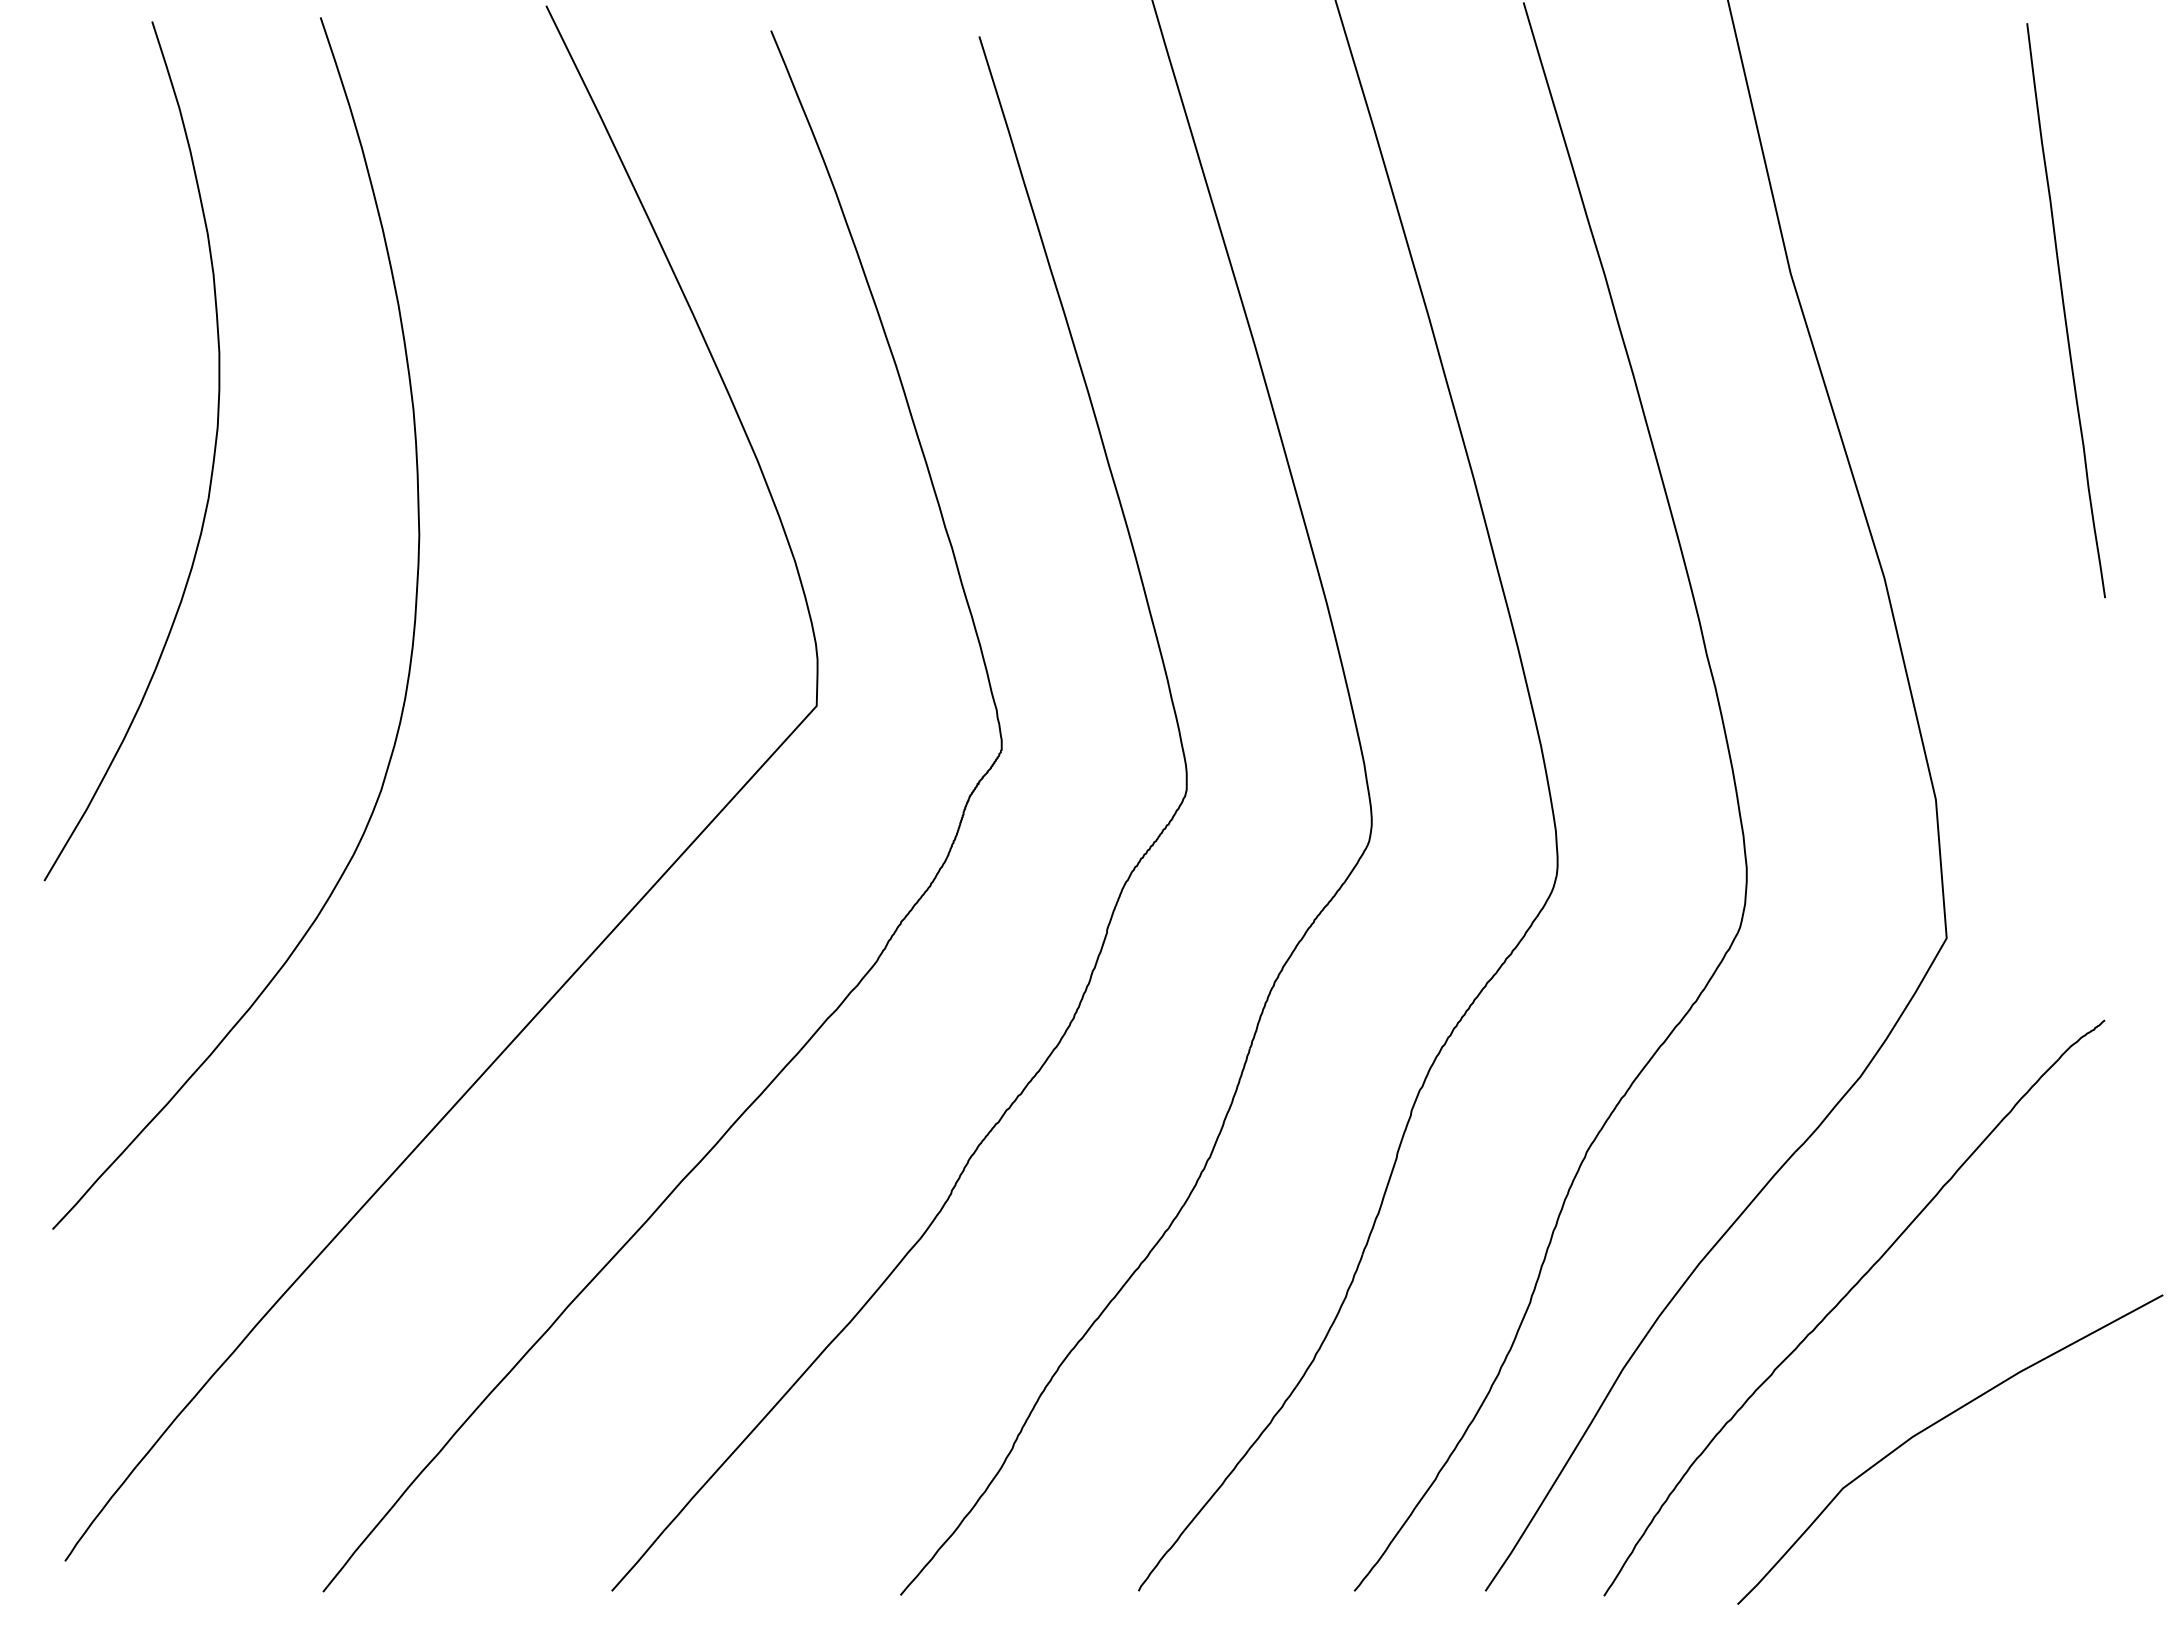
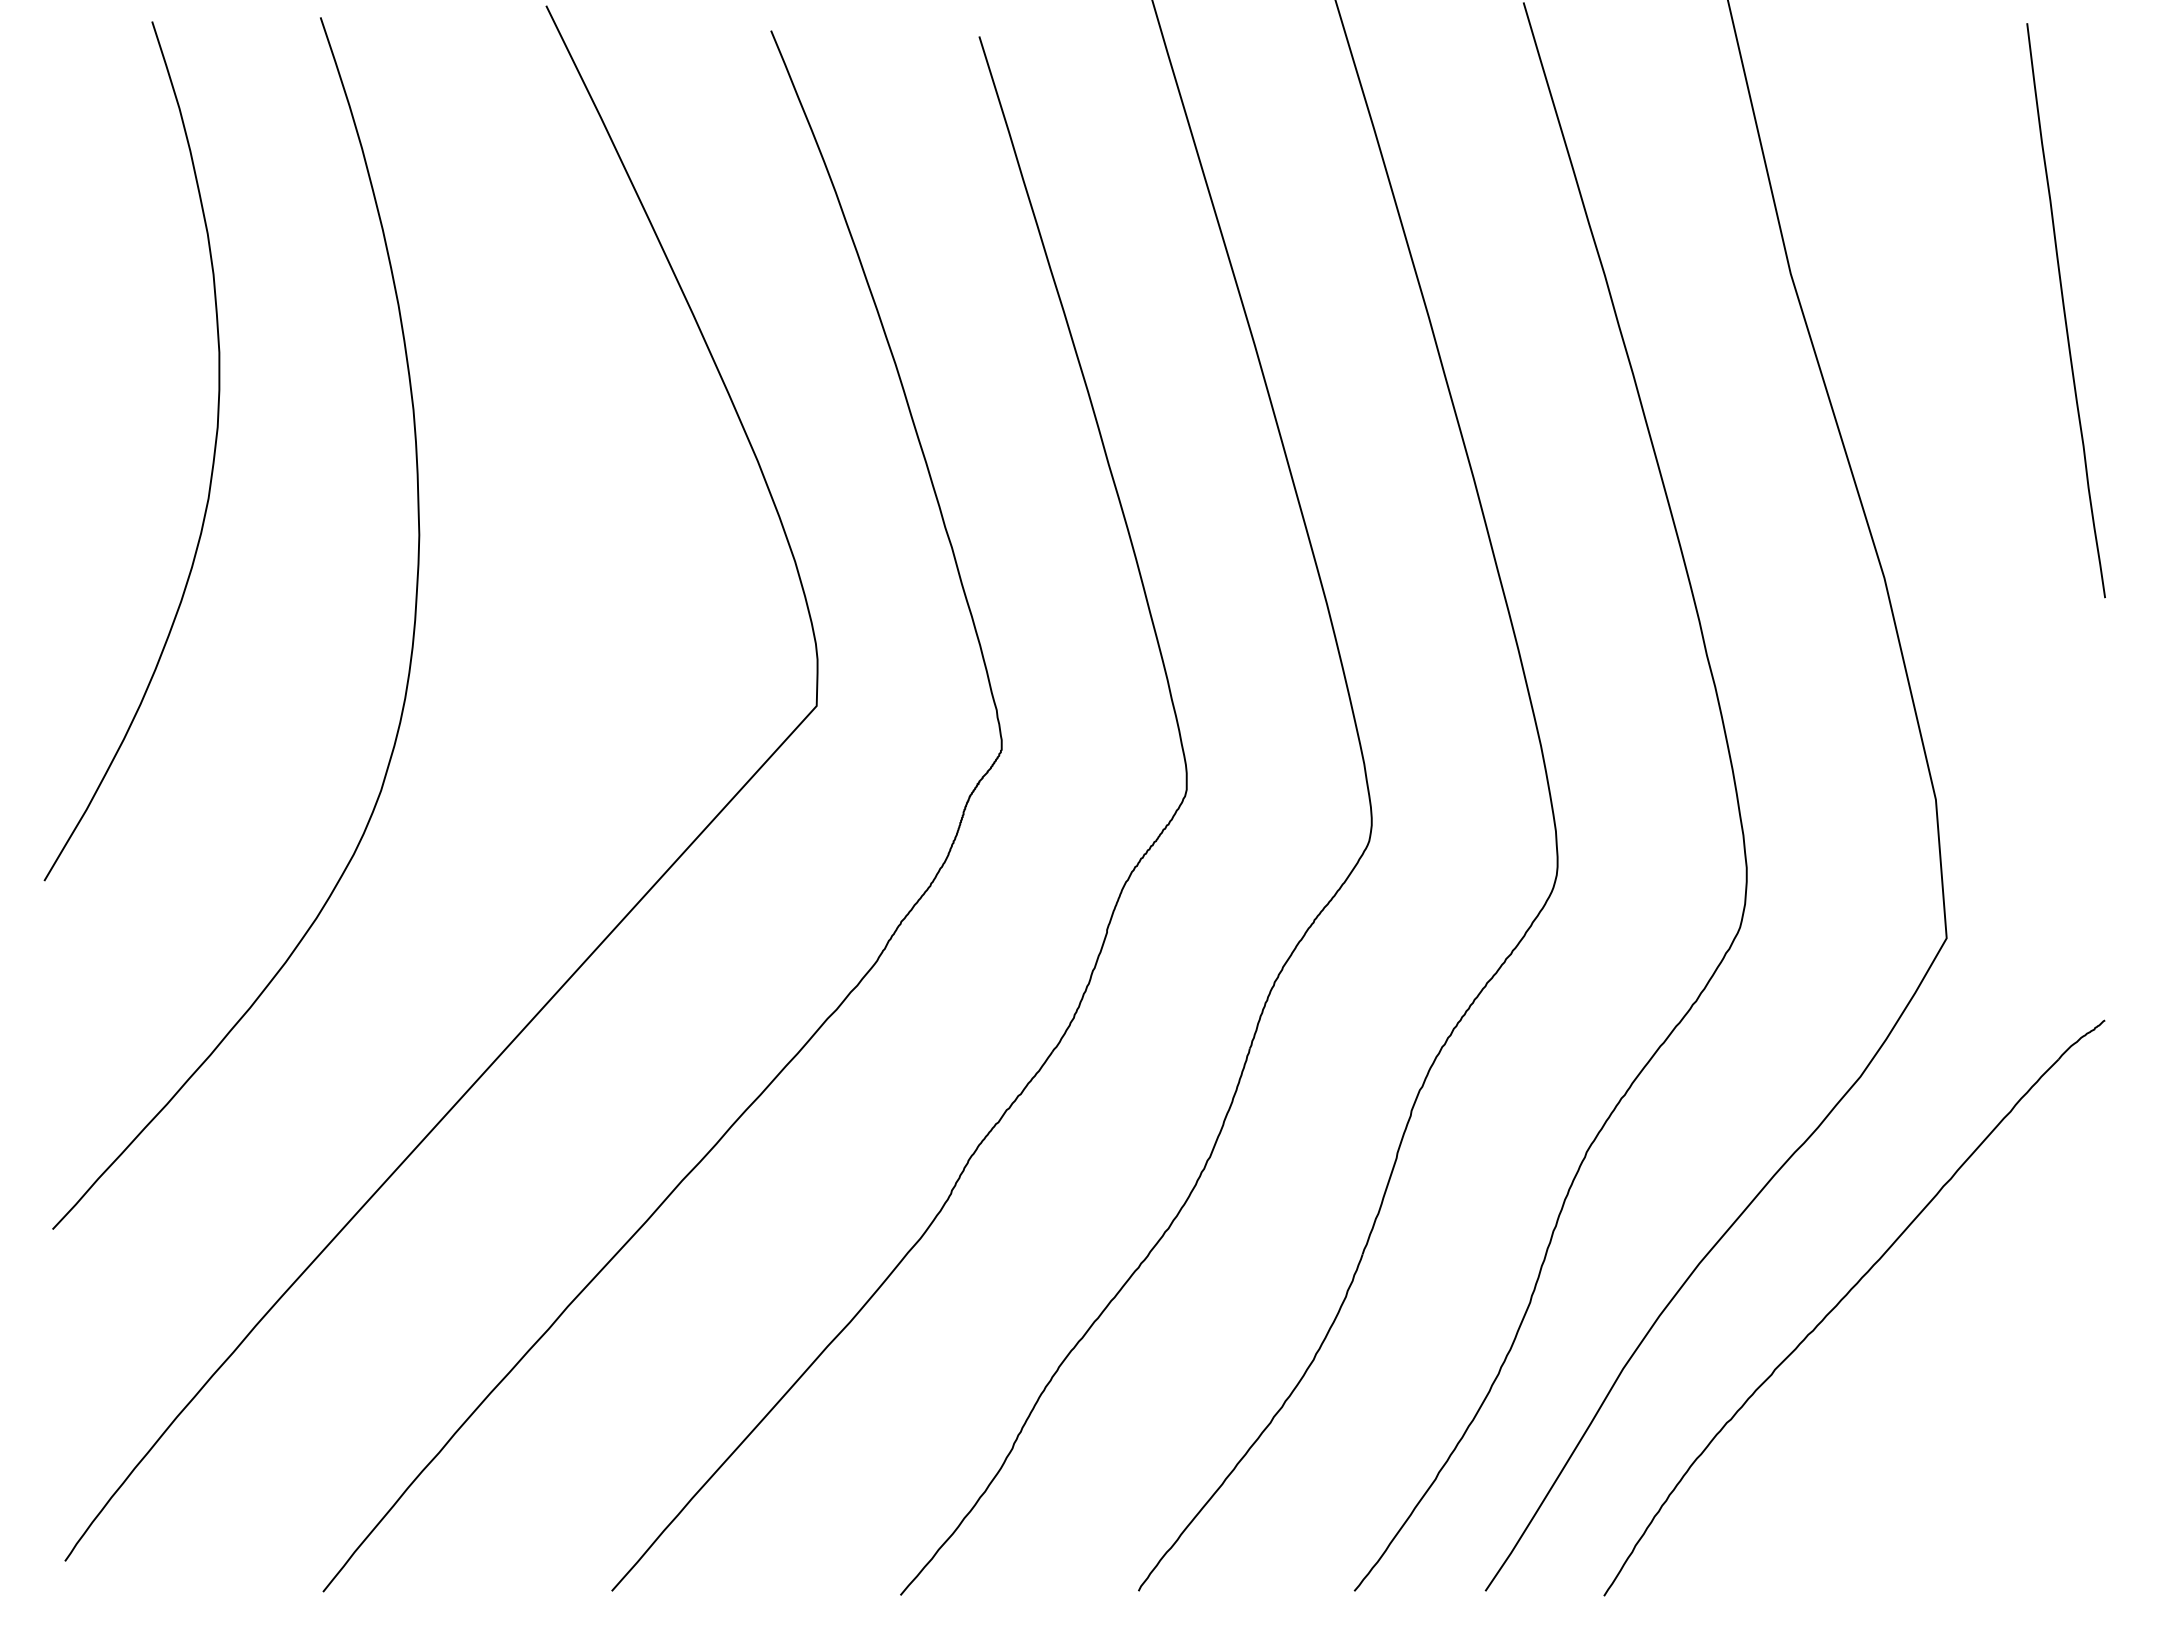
curve at (1935, 1424): present -> none
